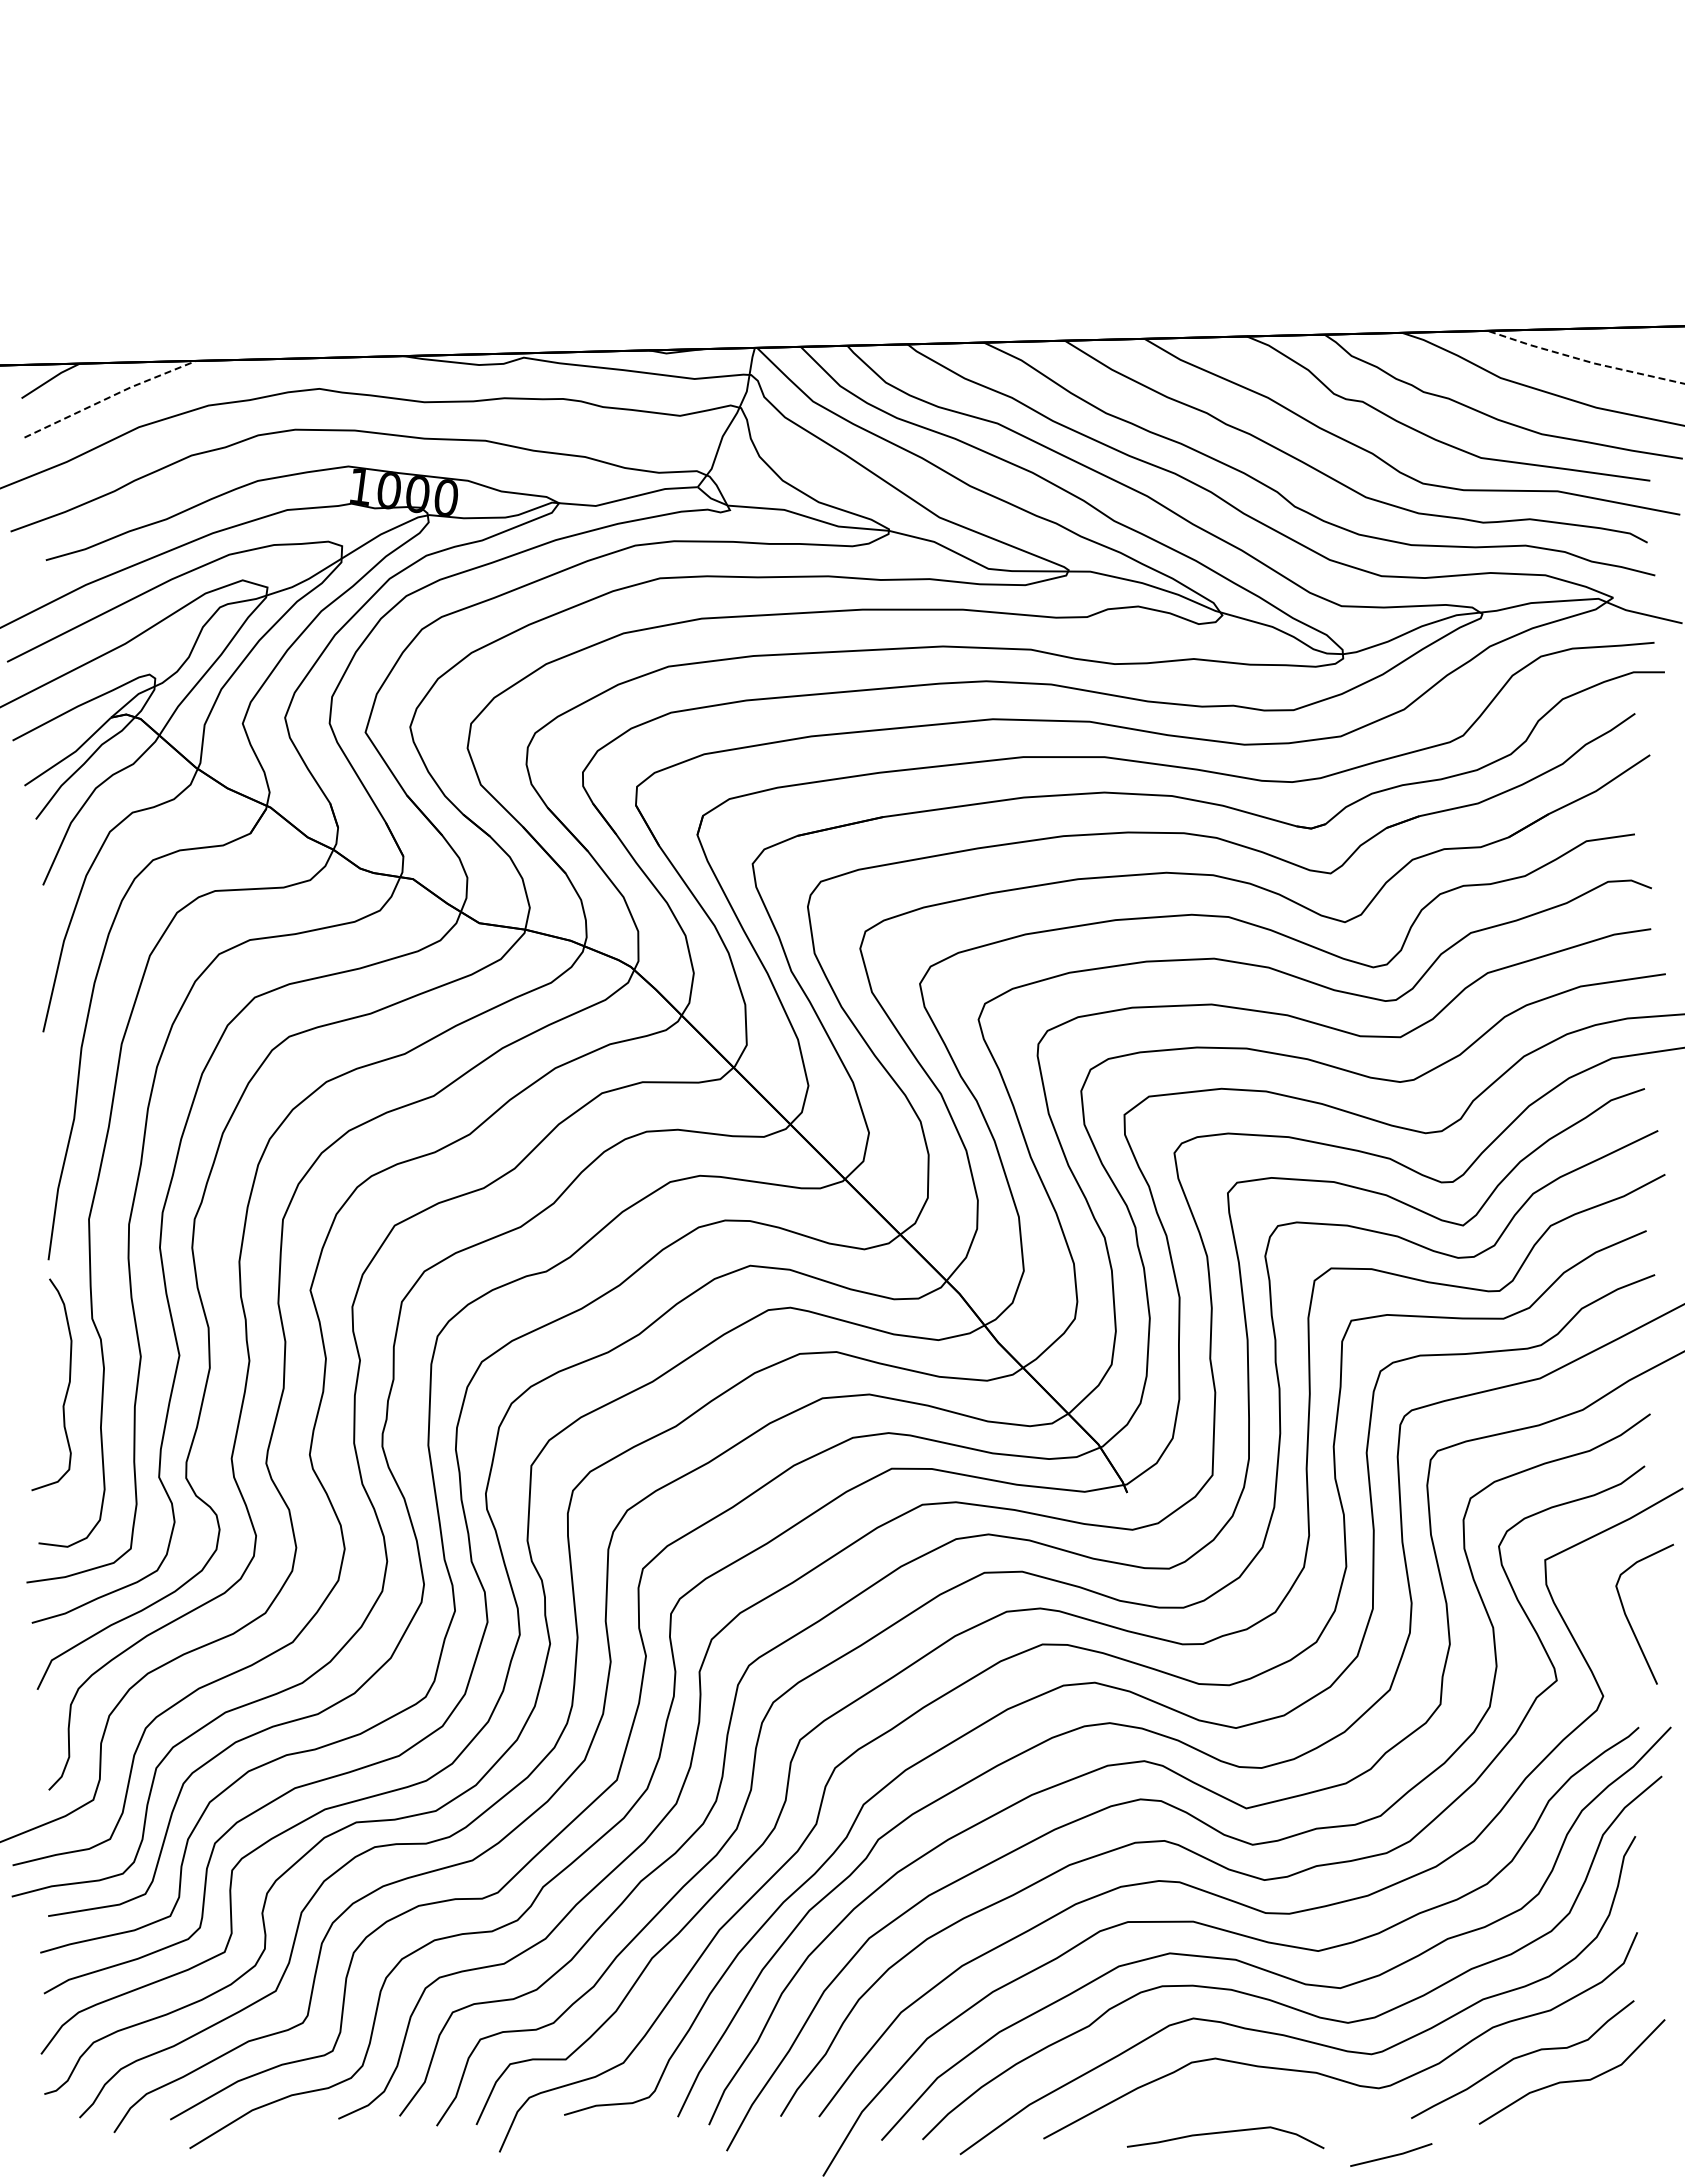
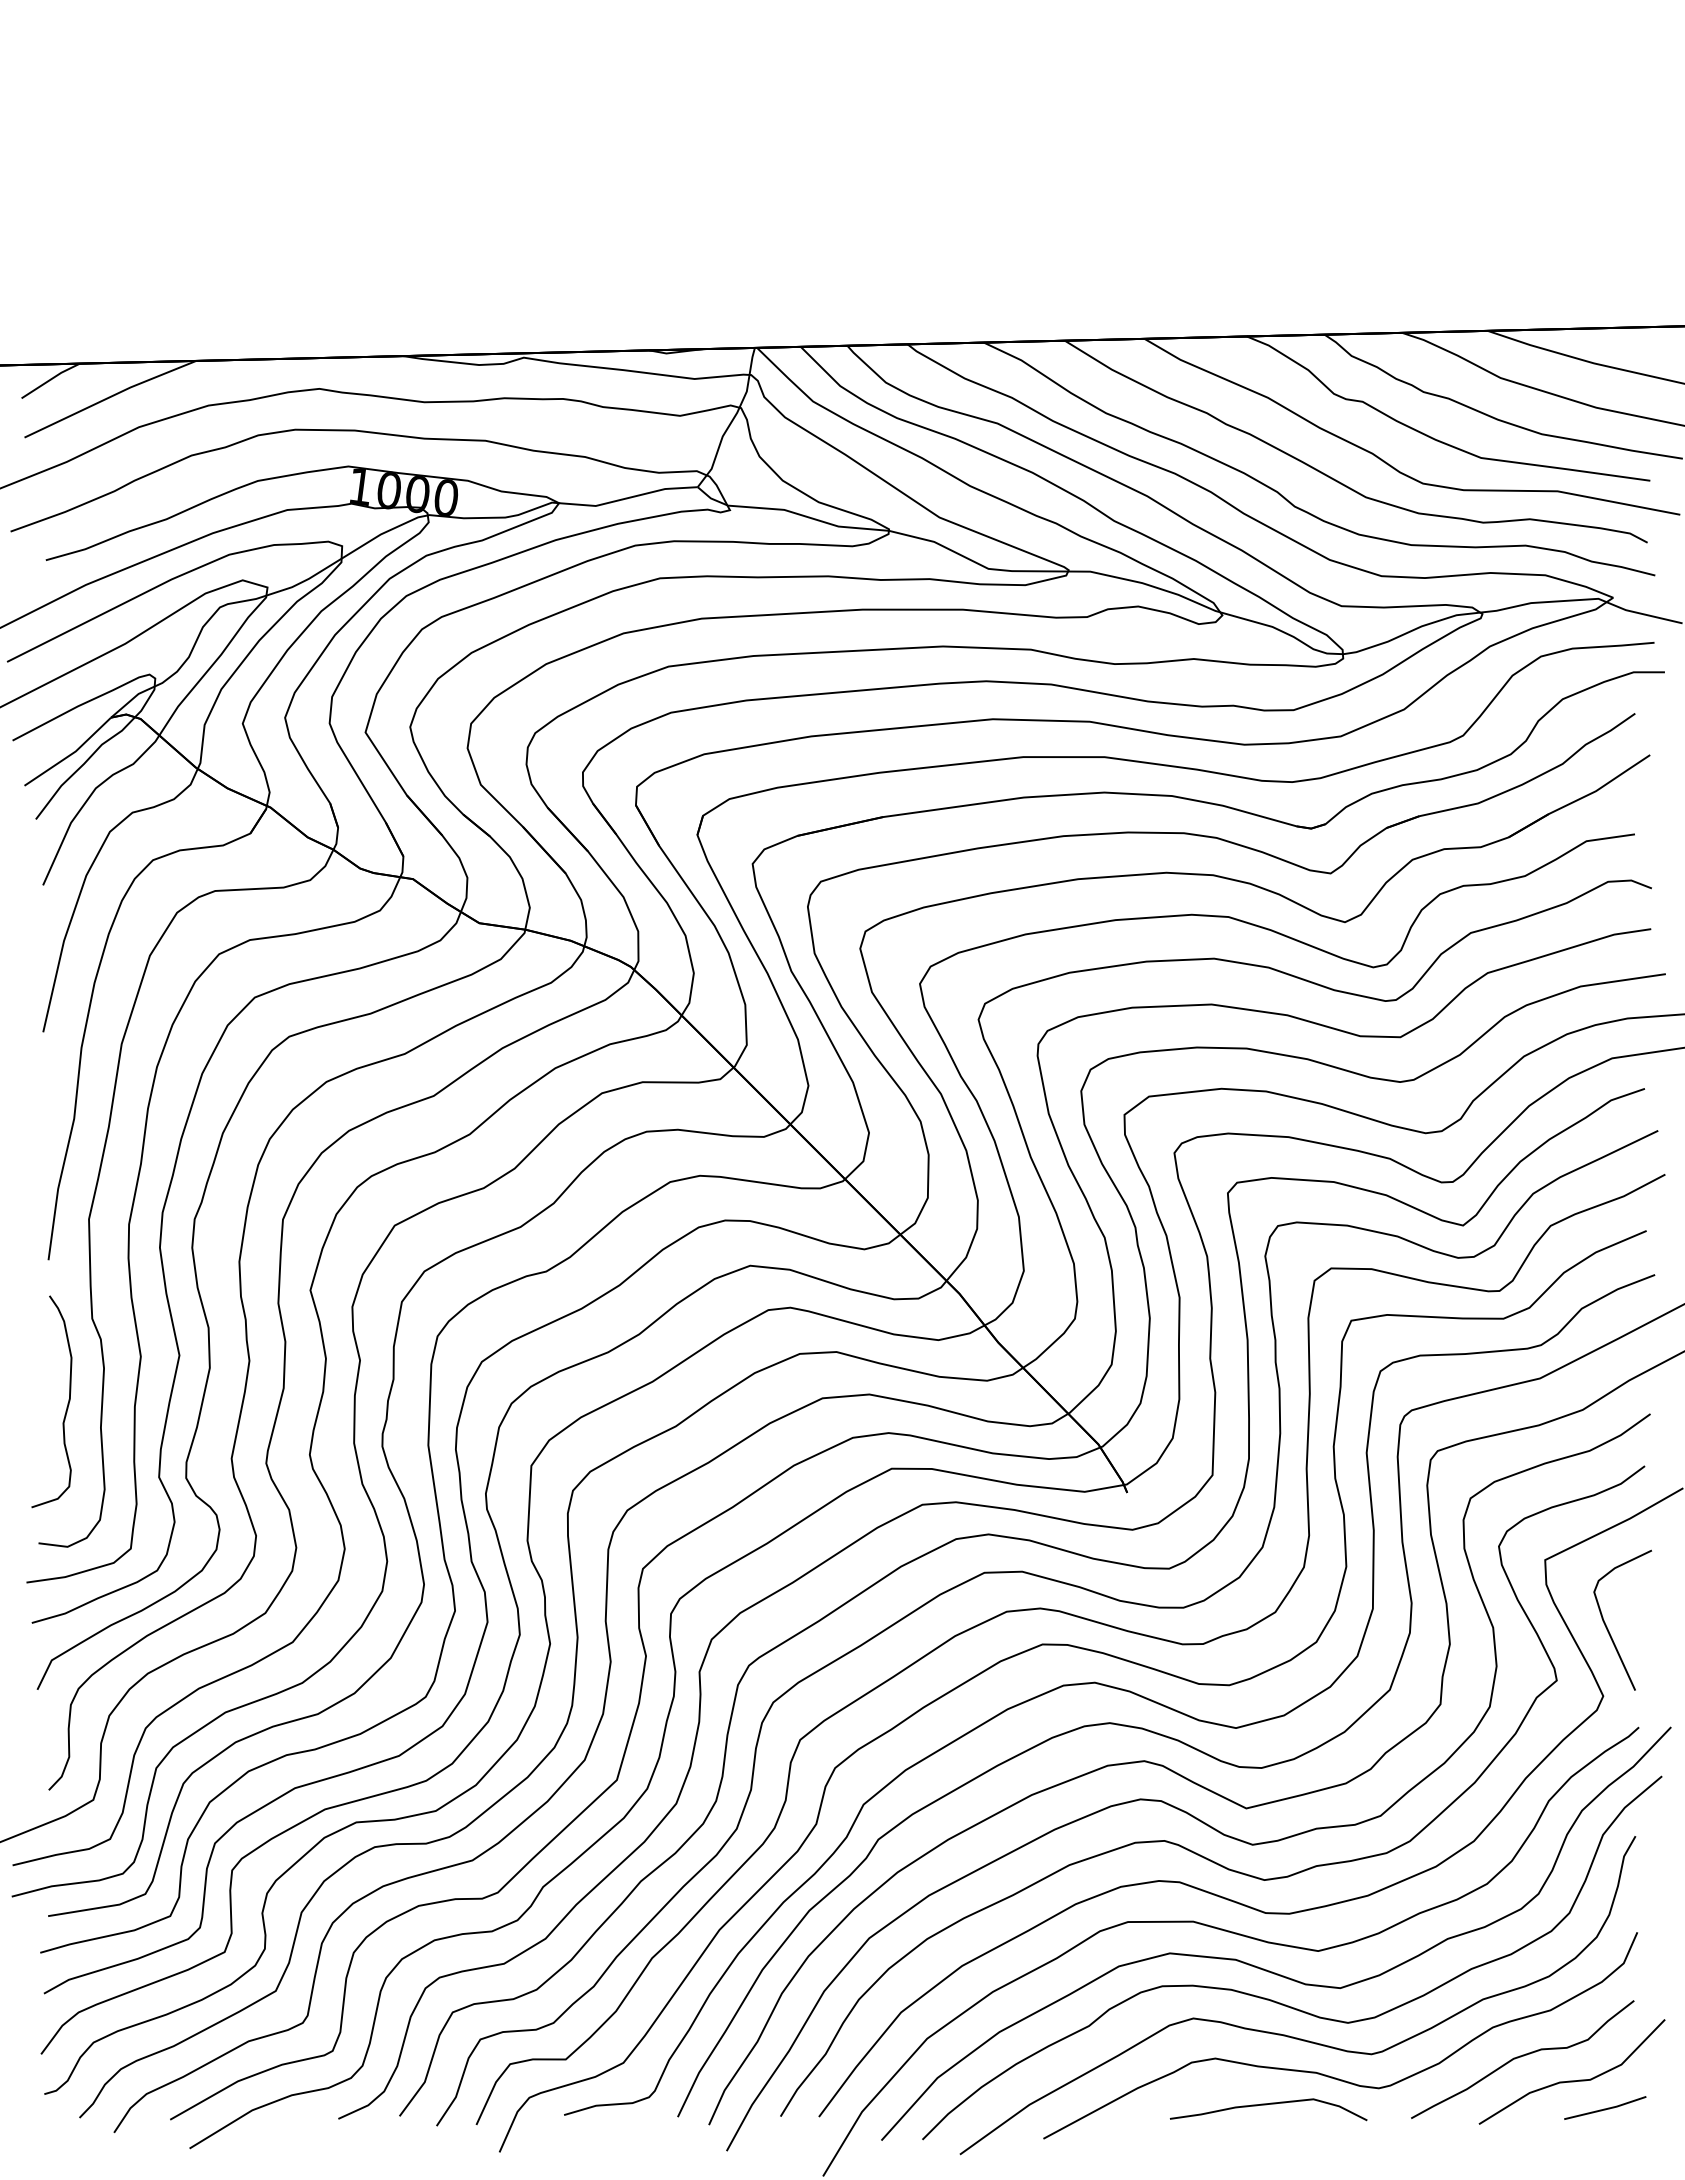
line at (1584, 360): dashed -> solid
line at (111, 396): dashed -> solid
curve at (67, 1386) position: (67, 1386) -> (67, 1403)
curve at (1629, 1620) position: (1629, 1620) -> (1607, 1626)
curve at (1223, 2133) position: (1223, 2133) -> (1266, 2105)
line at (1391, 2155) position: (1391, 2155) -> (1605, 2108)
